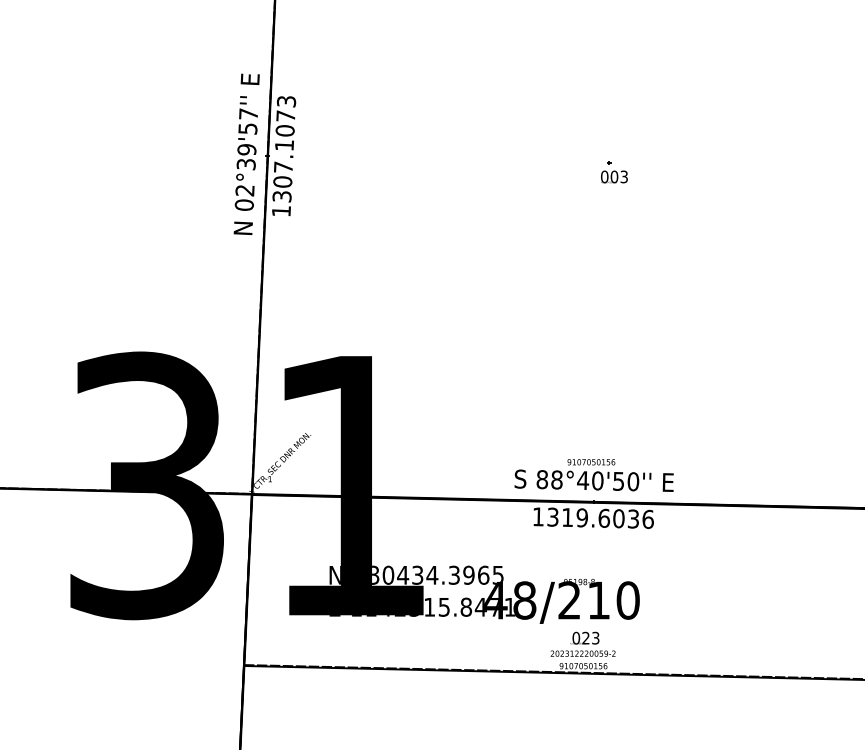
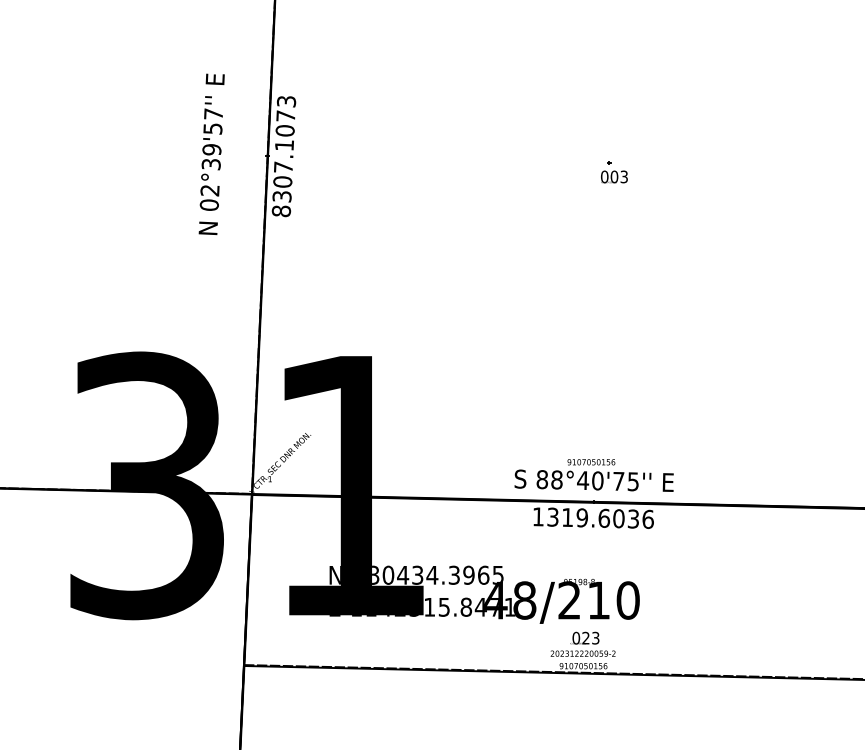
text at (246, 154) position: (246, 154) -> (211, 154)
text at (281, 211): 1307.1073 -> 8307.1073
text at (626, 481): 88°40'50'' -> 88°40'75''
